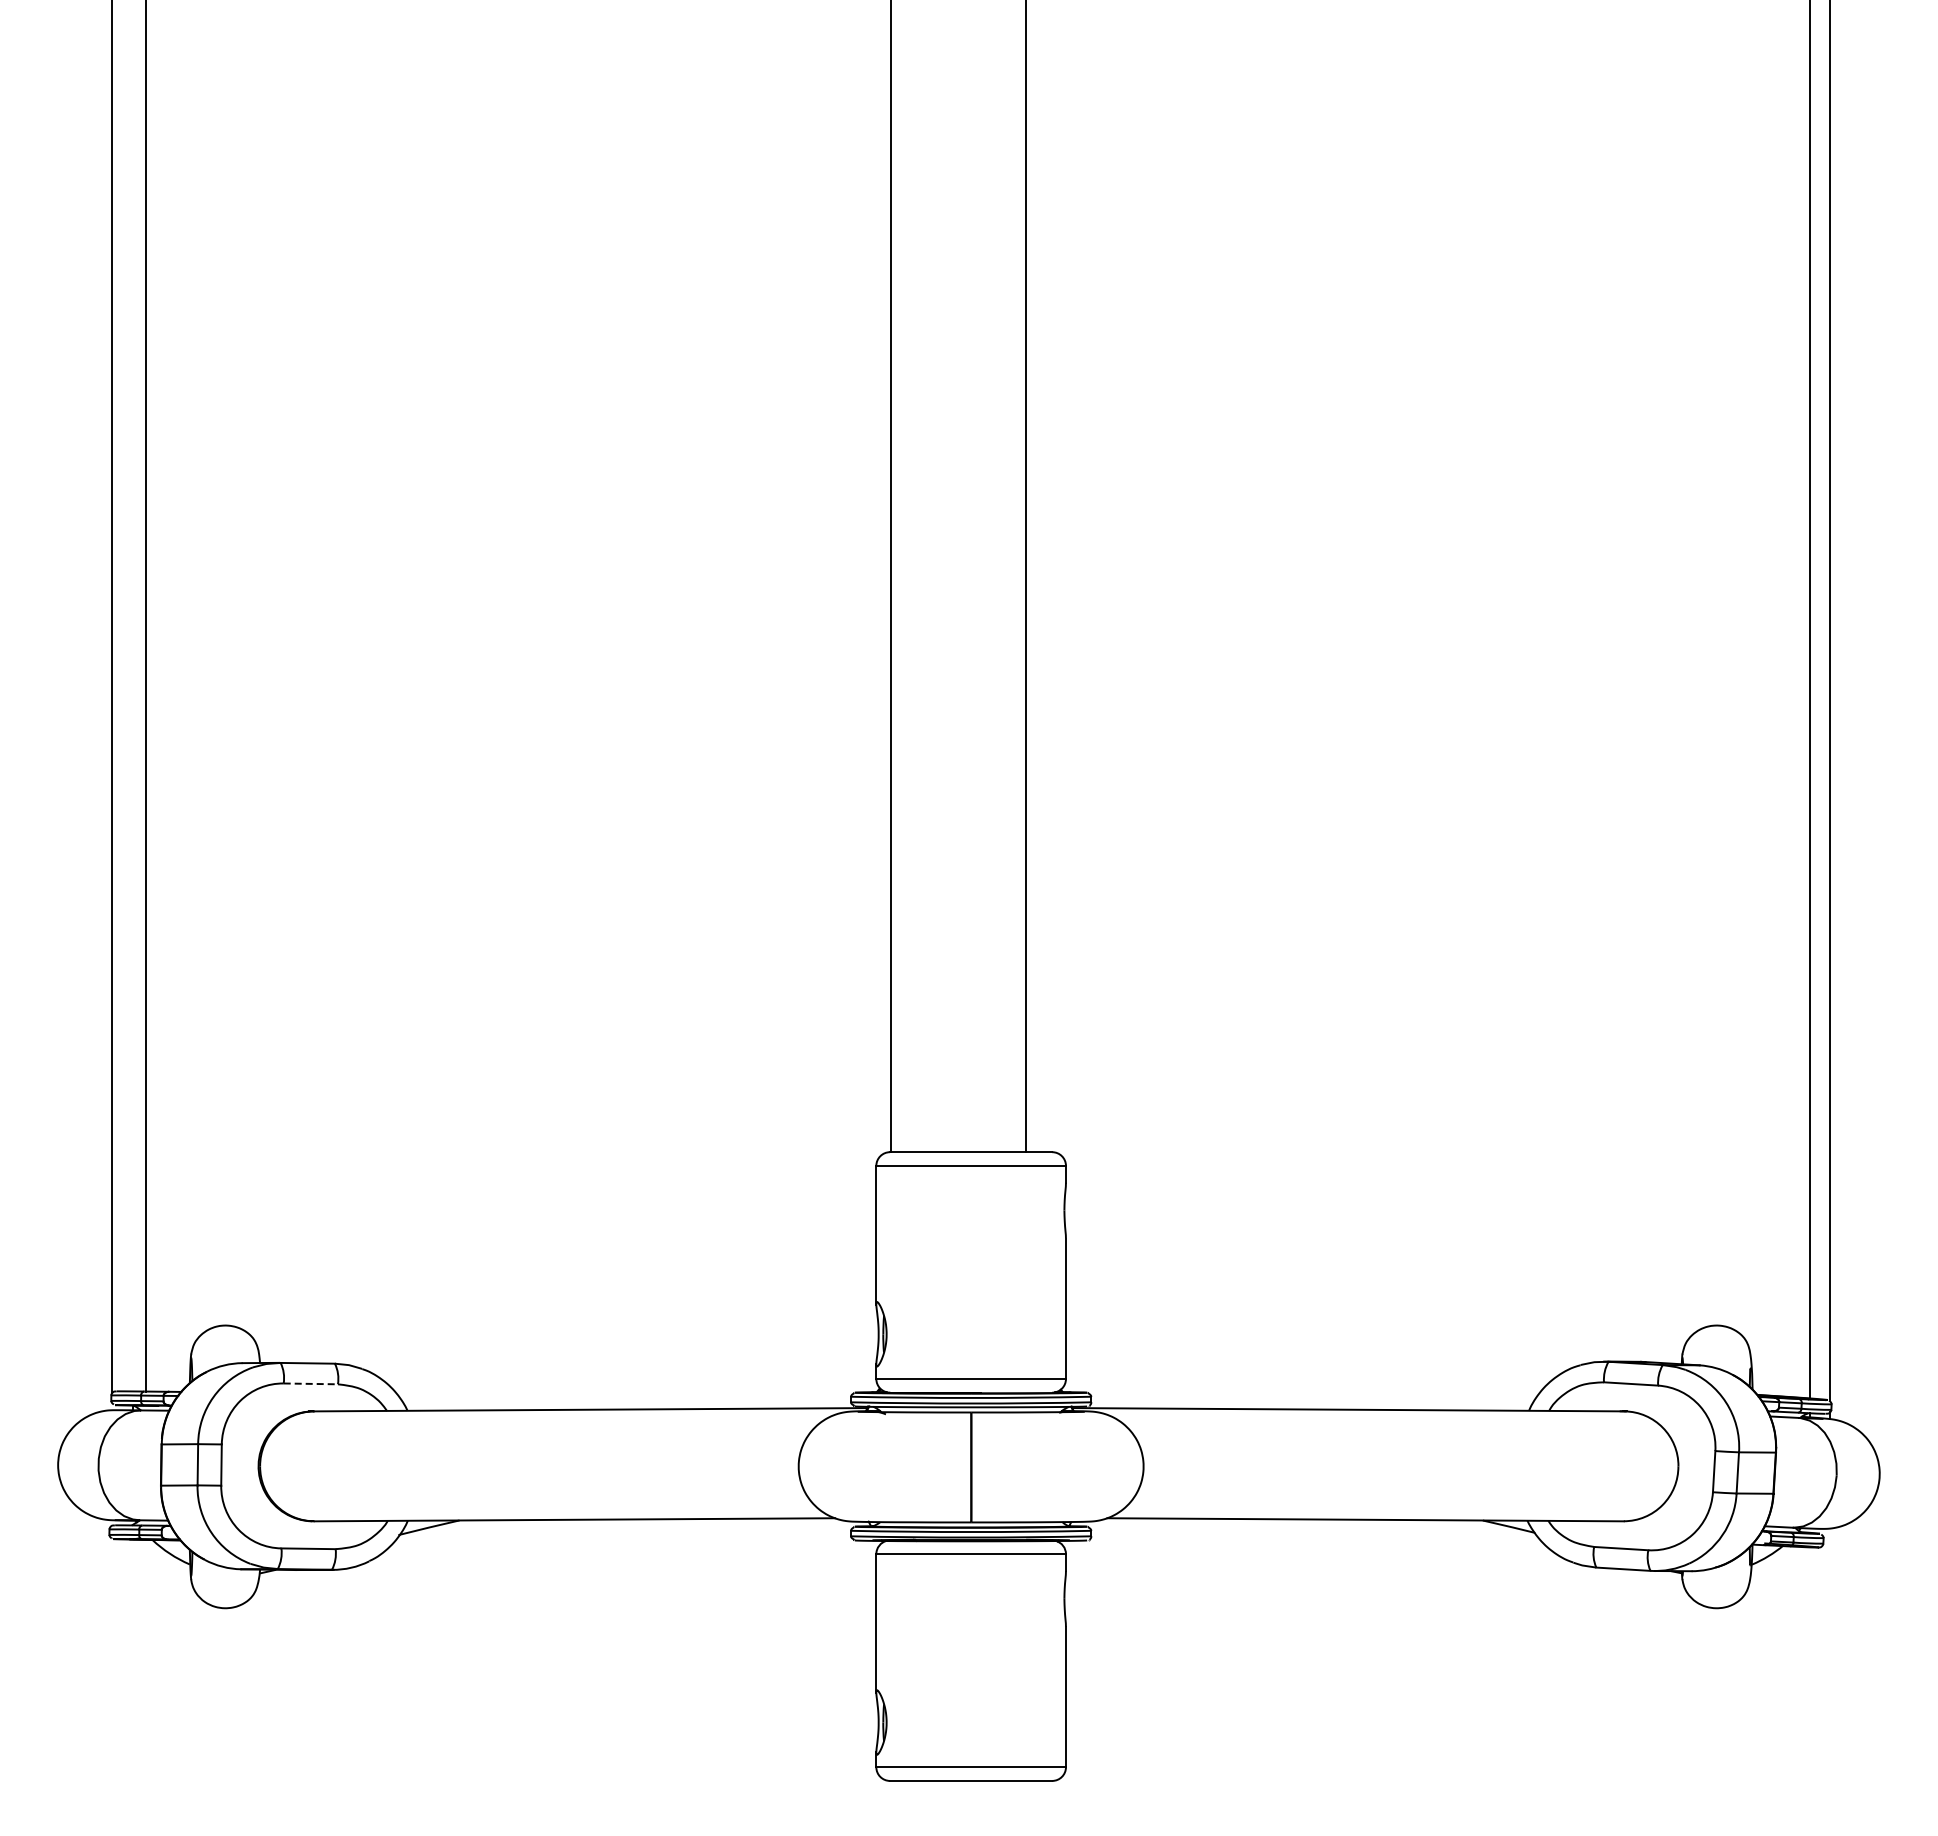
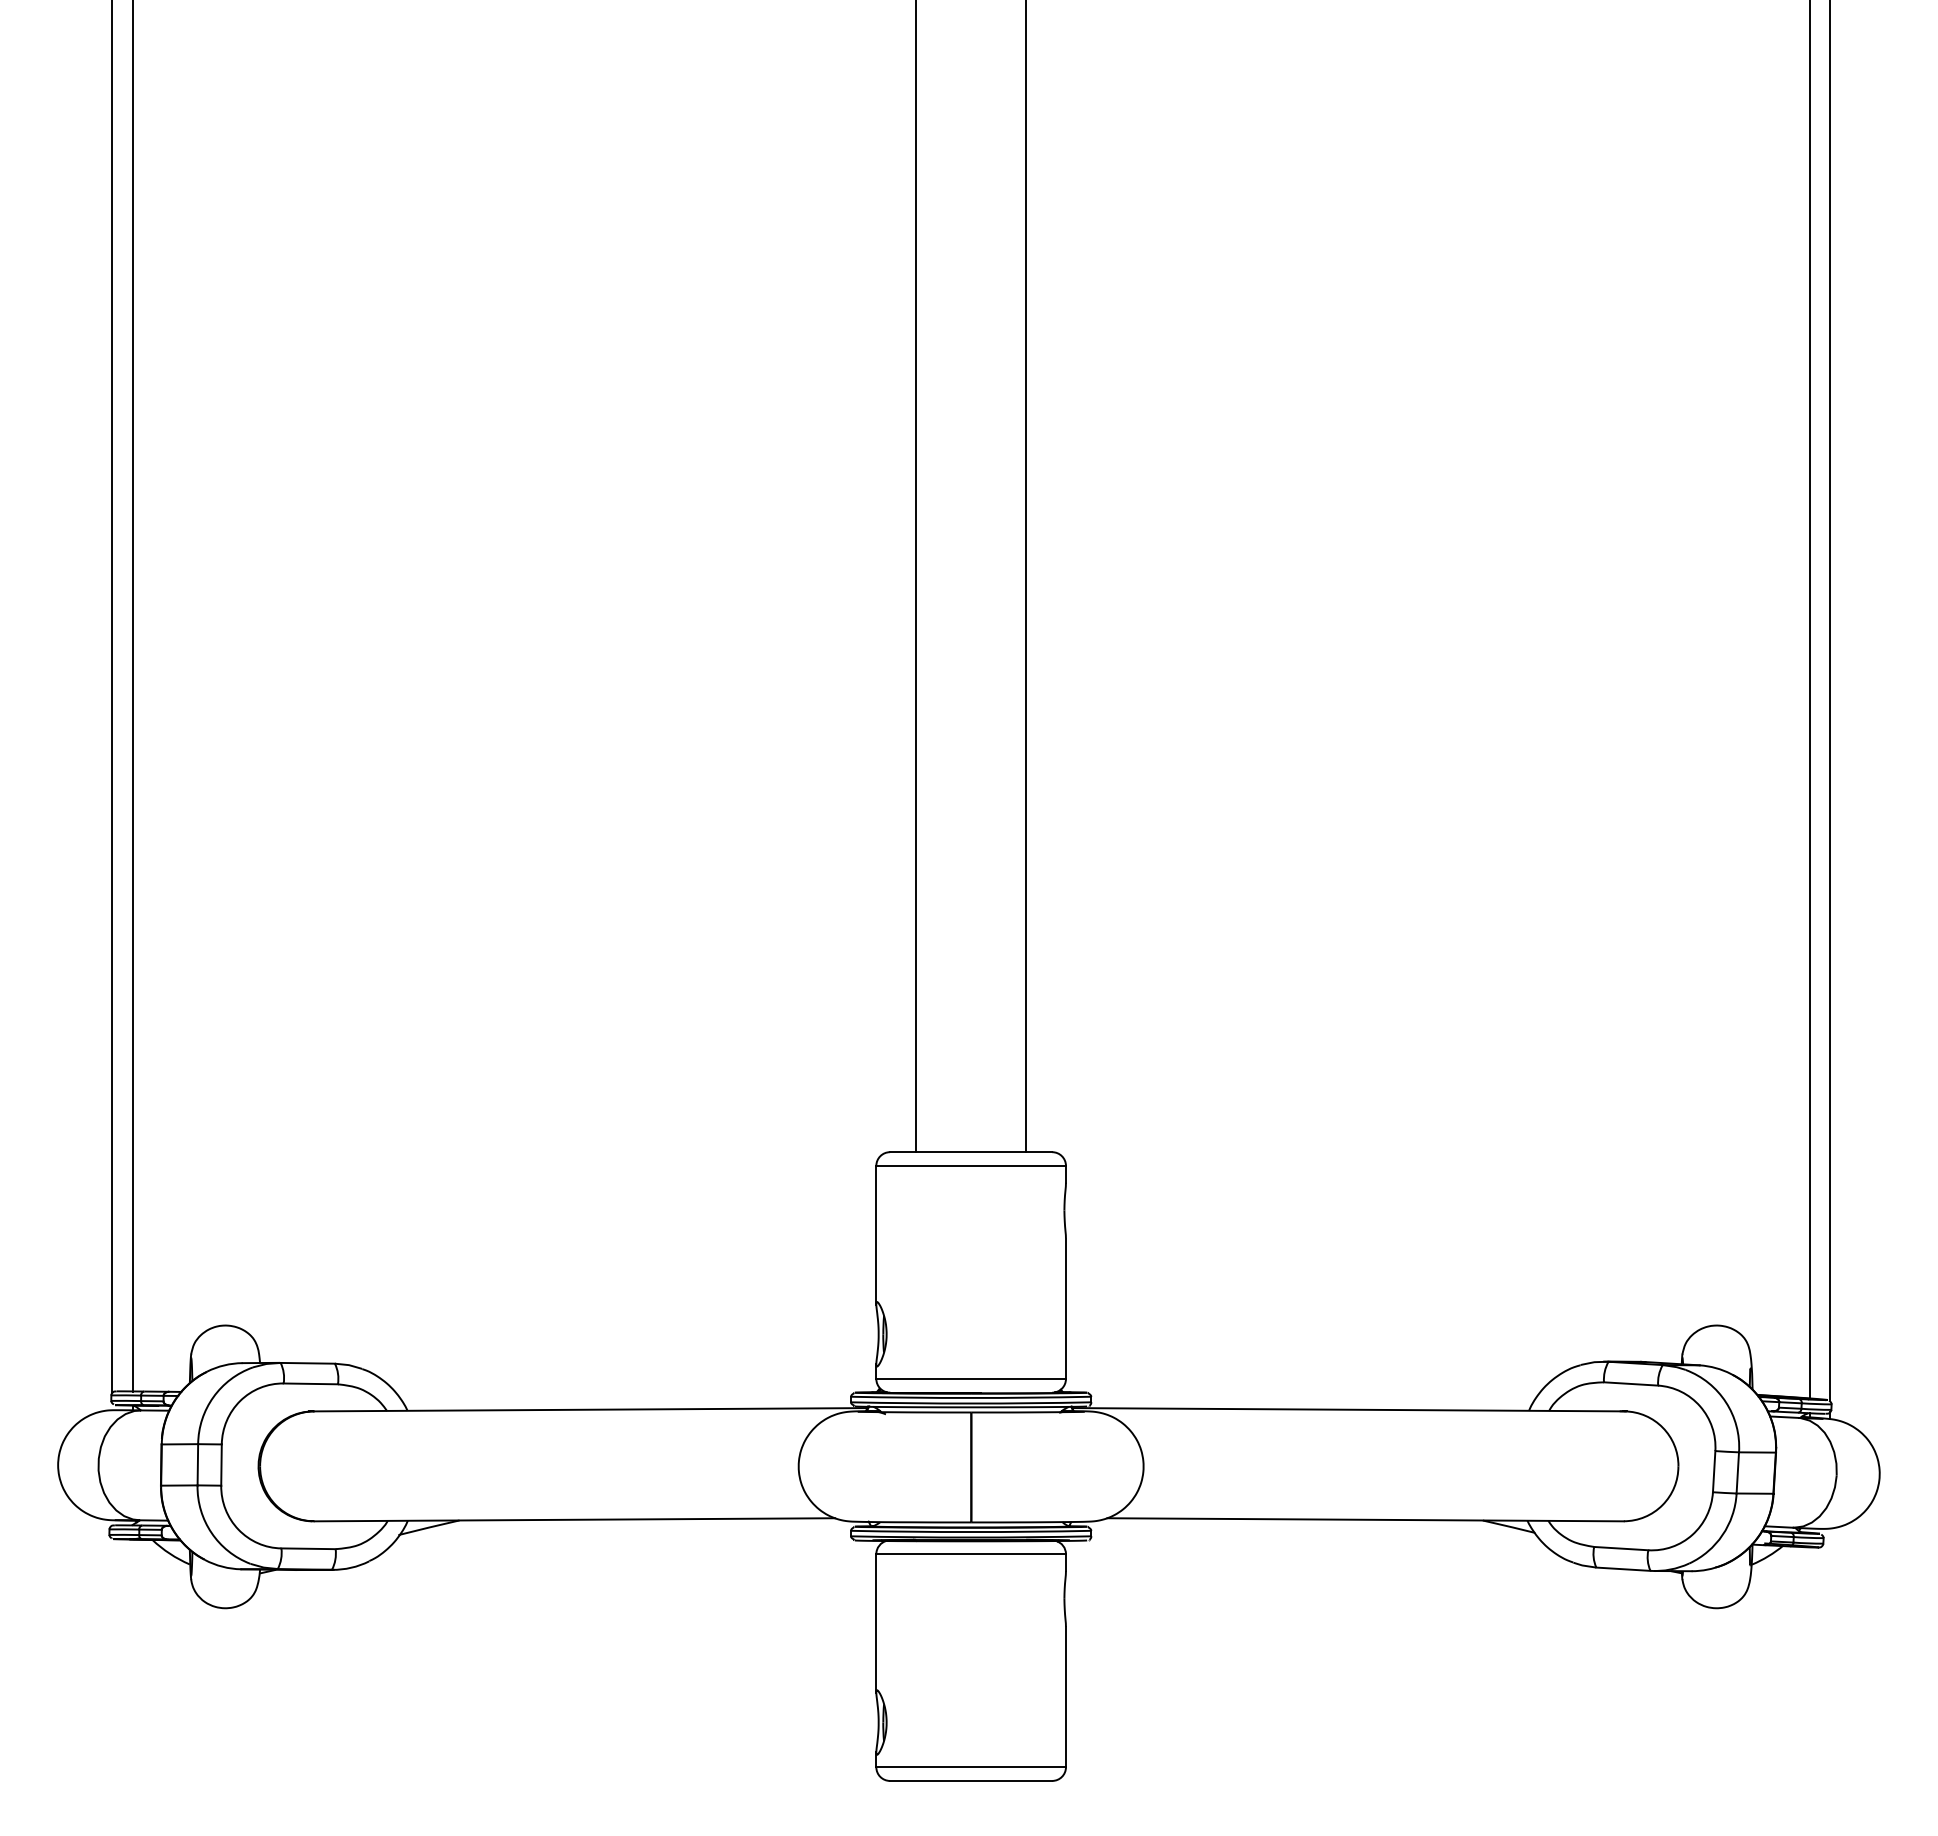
line at (891, 577) position: (891, 577) -> (916, 577)
line at (145, 696) position: (145, 696) -> (132, 696)
line at (311, 1383): dashed -> solid
